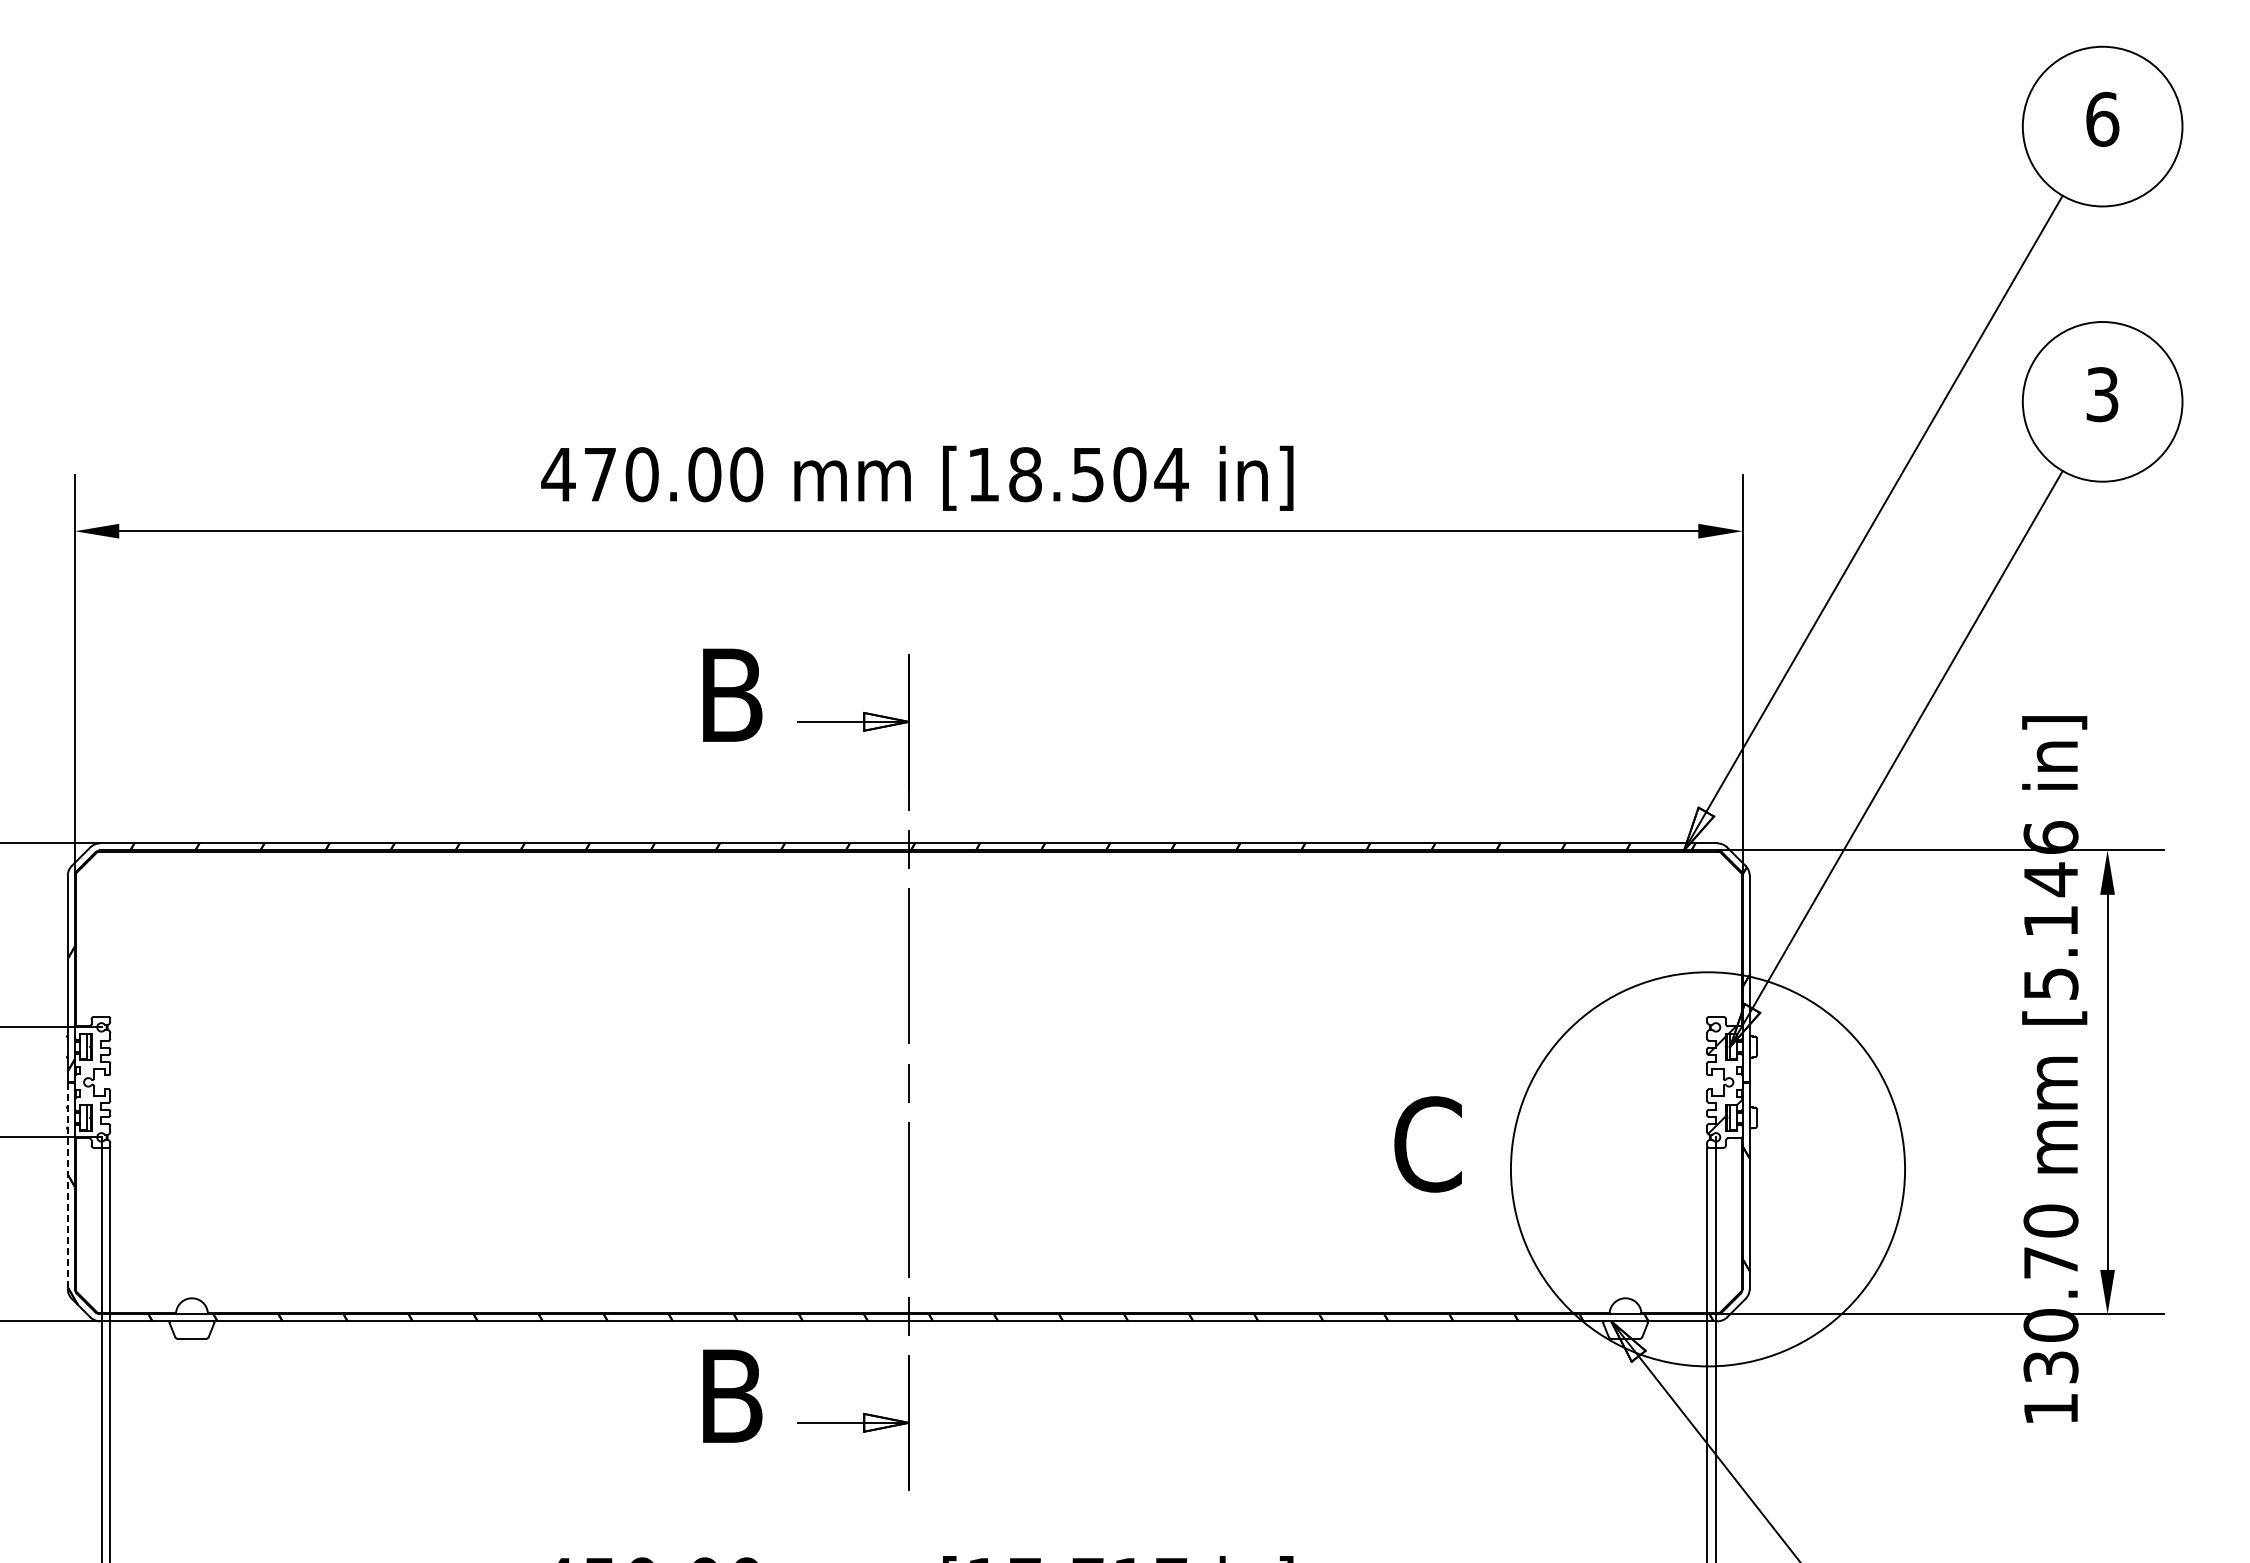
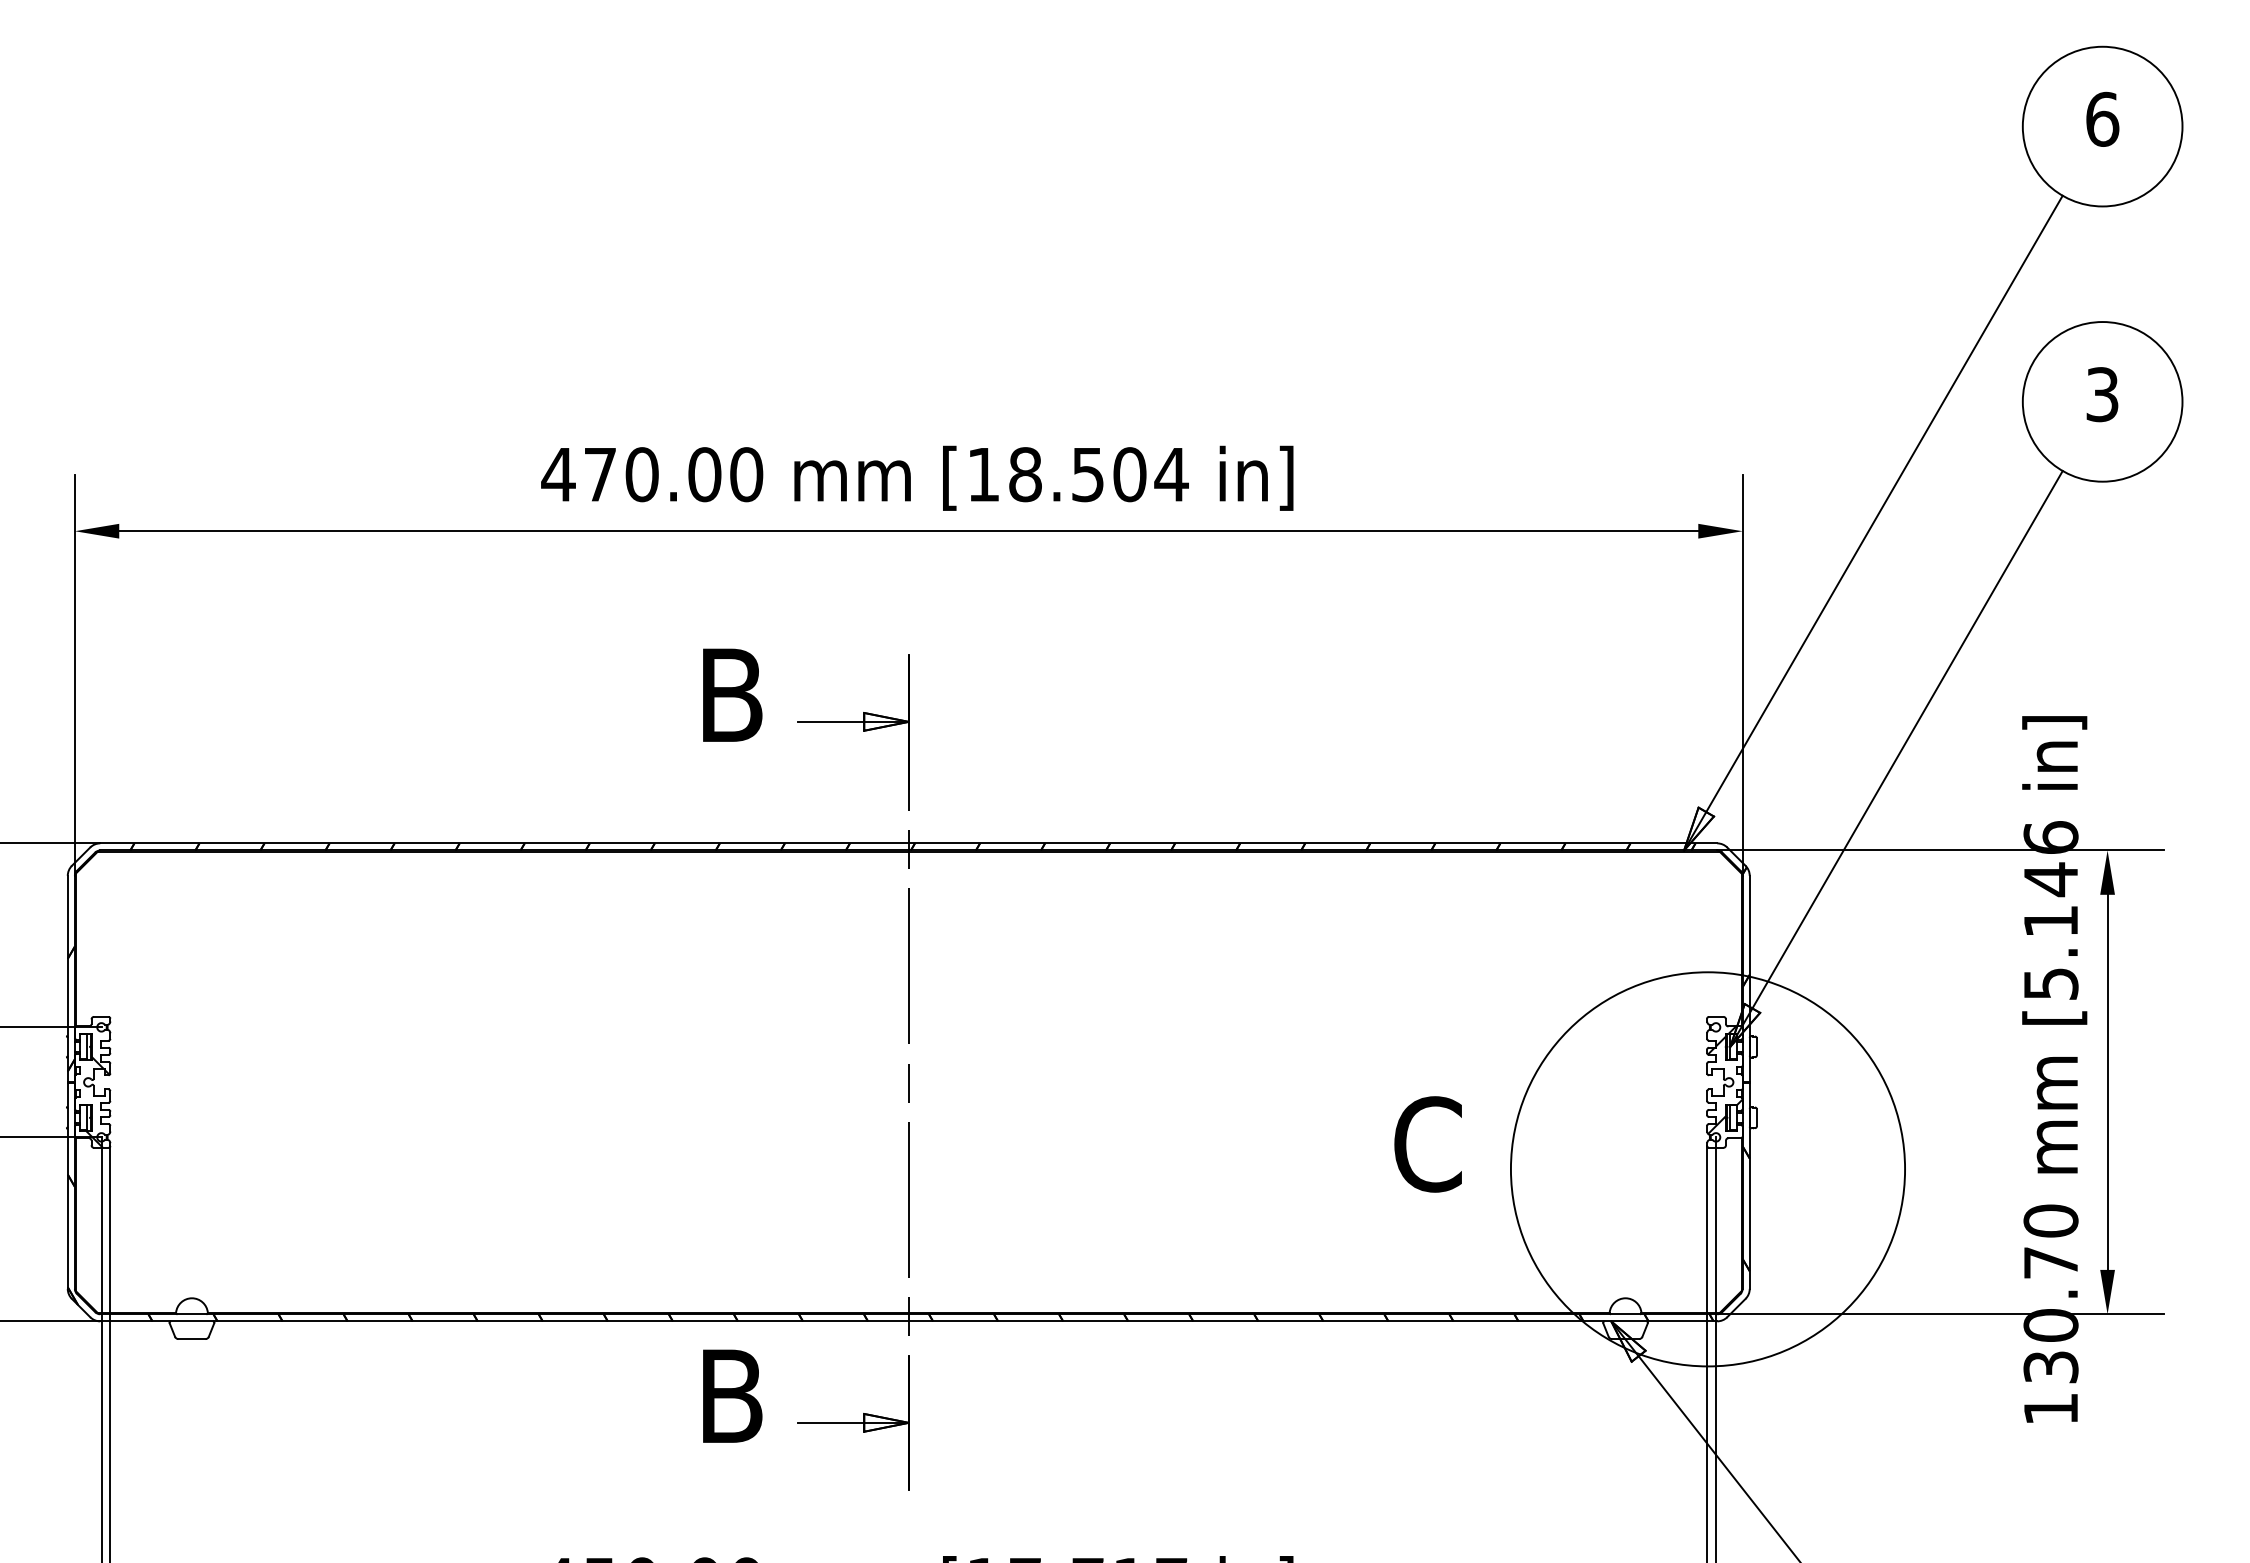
hatch at (94, 1101): none -> present
line at (67, 1186): dashed -> solid
